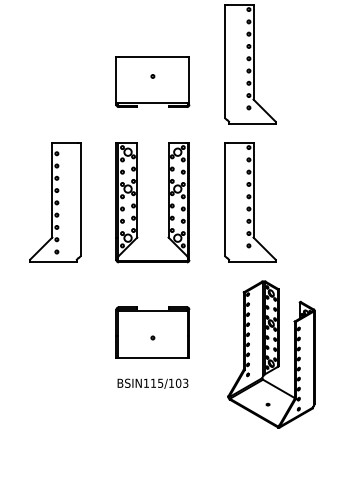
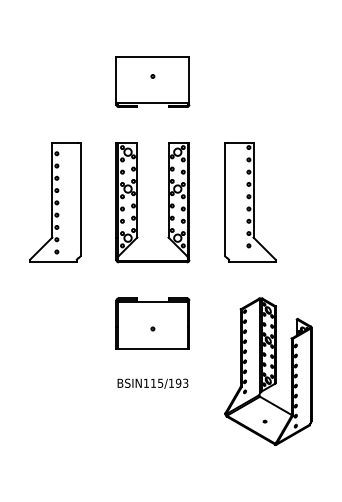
part at (250, 64): present -> none
part at (152, 332) position: (152, 332) -> (152, 323)
part at (271, 354) position: (271, 354) -> (268, 371)
text at (178, 383): BSIN115/103 -> BSIN115/193
